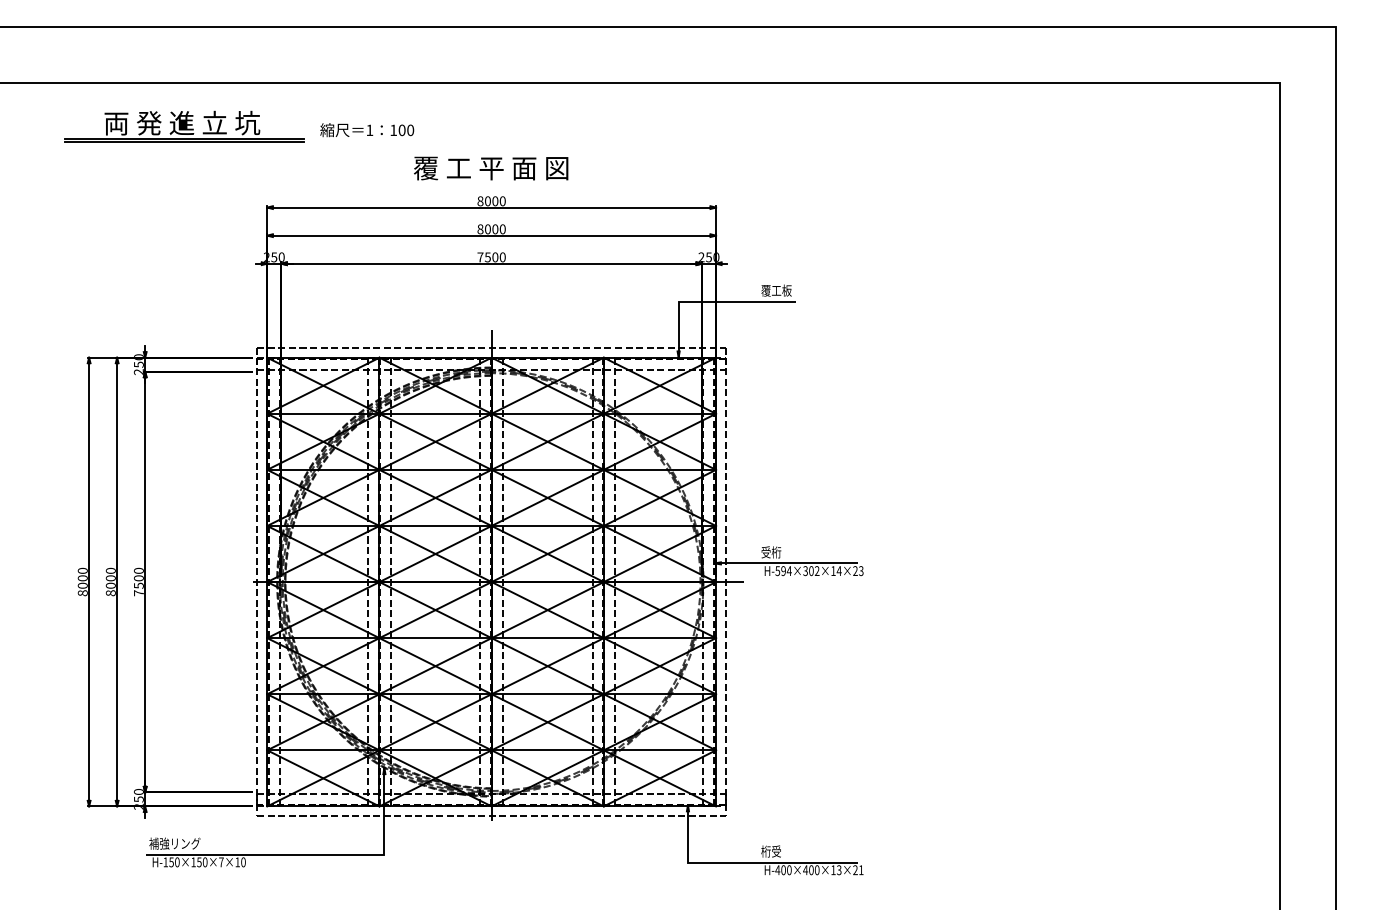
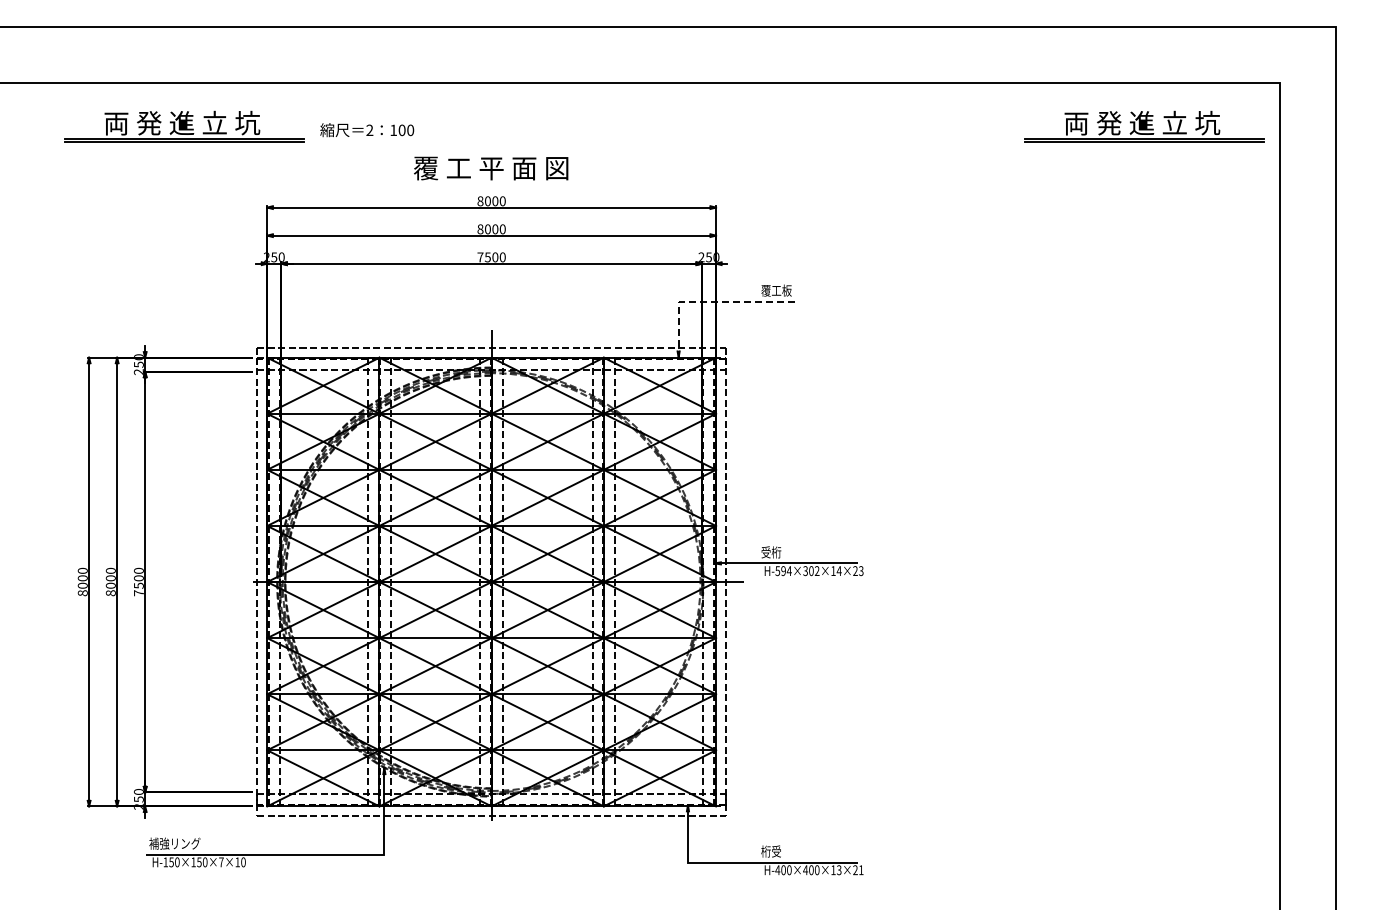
part at (1144, 126): none -> present
text at (369, 129): 1 -> 2
line at (709, 301): solid -> dashed
